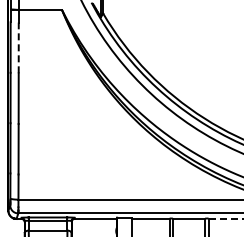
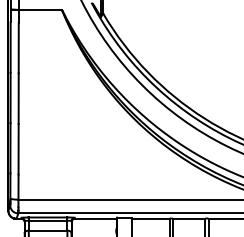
line at (18, 47): dashed -> solid
line at (226, 218): dashed -> solid
